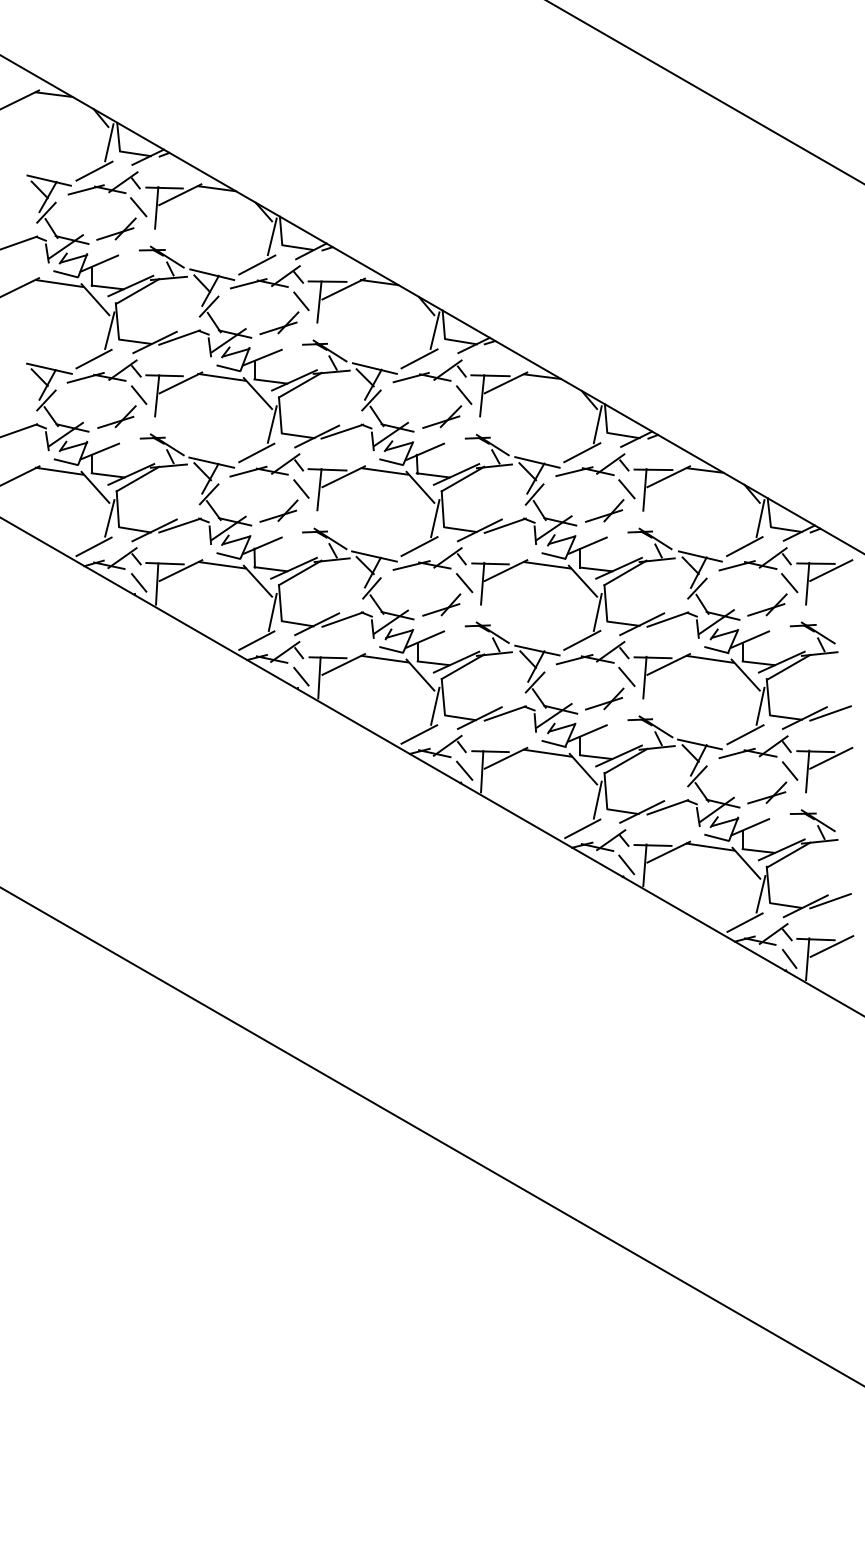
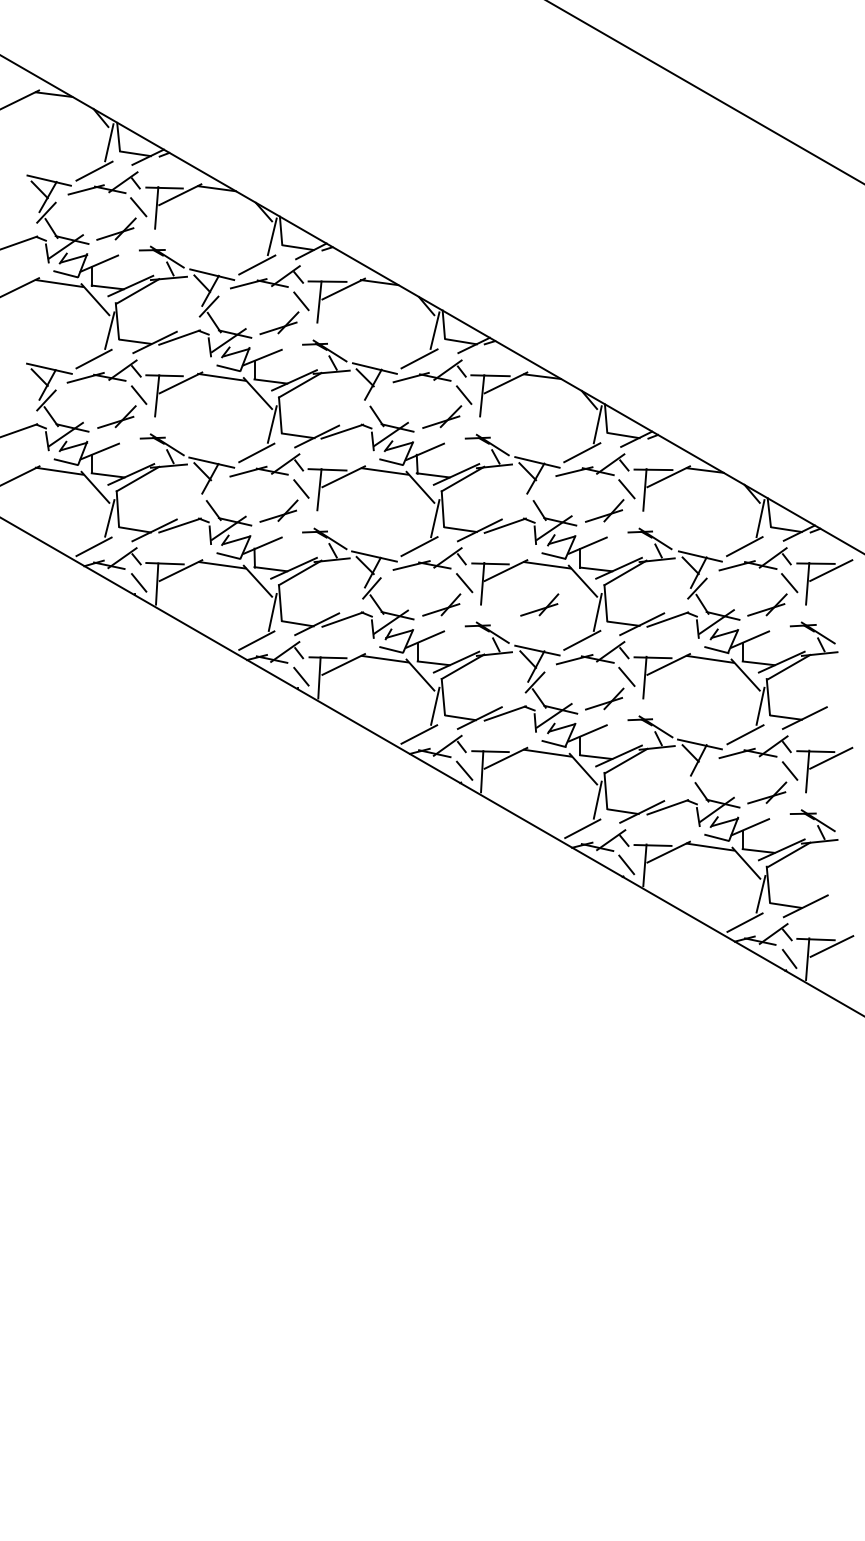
line at (371, 400): present -> none
line at (208, 494): present -> none
line at (534, 494): present -> none
part at (539, 604): none -> present
line at (830, 713): present -> none
line at (697, 776): present -> none
line at (830, 901): present -> none
line at (431, 1136): present -> none
